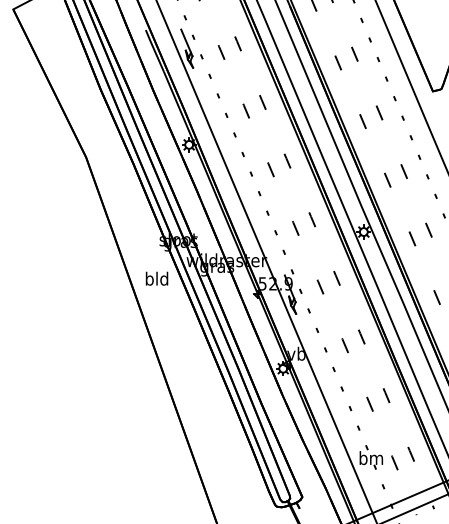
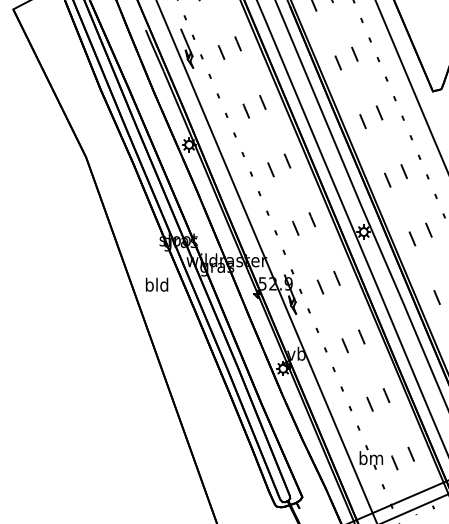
text at (156, 278) position: (156, 278) -> (156, 284)
